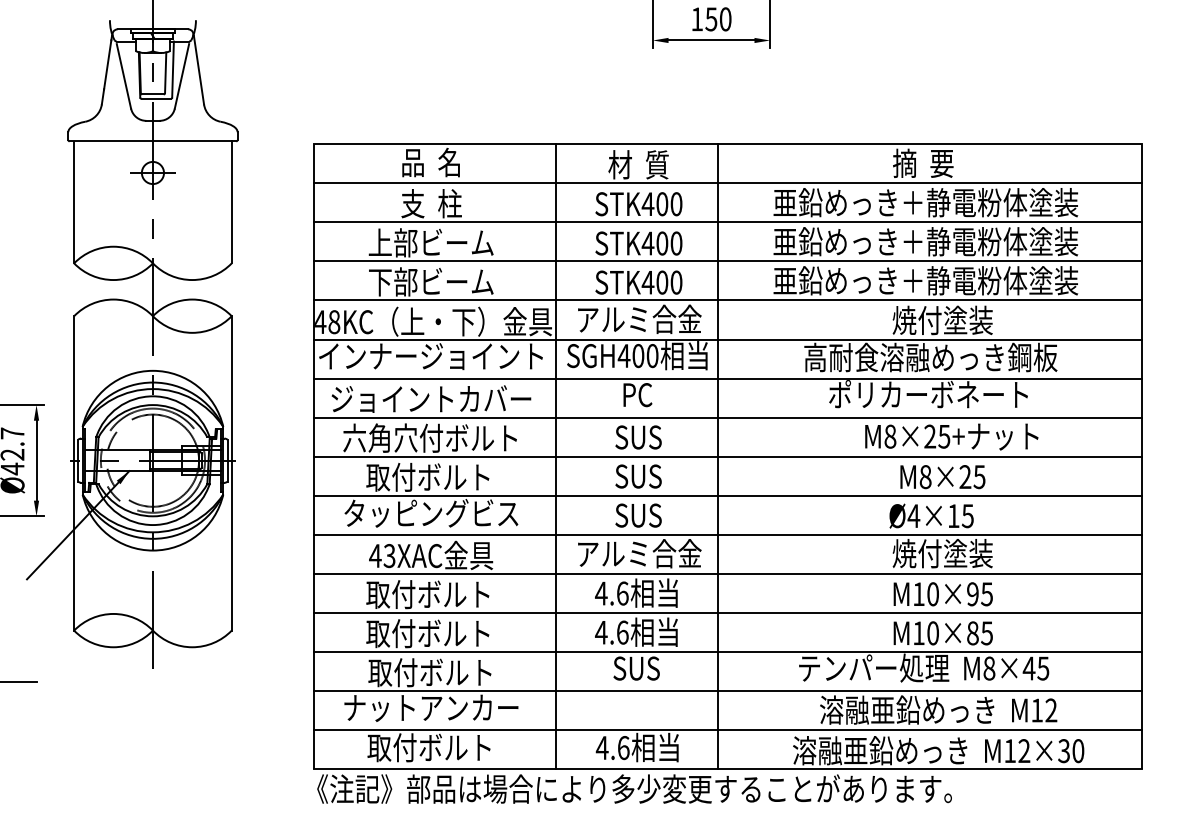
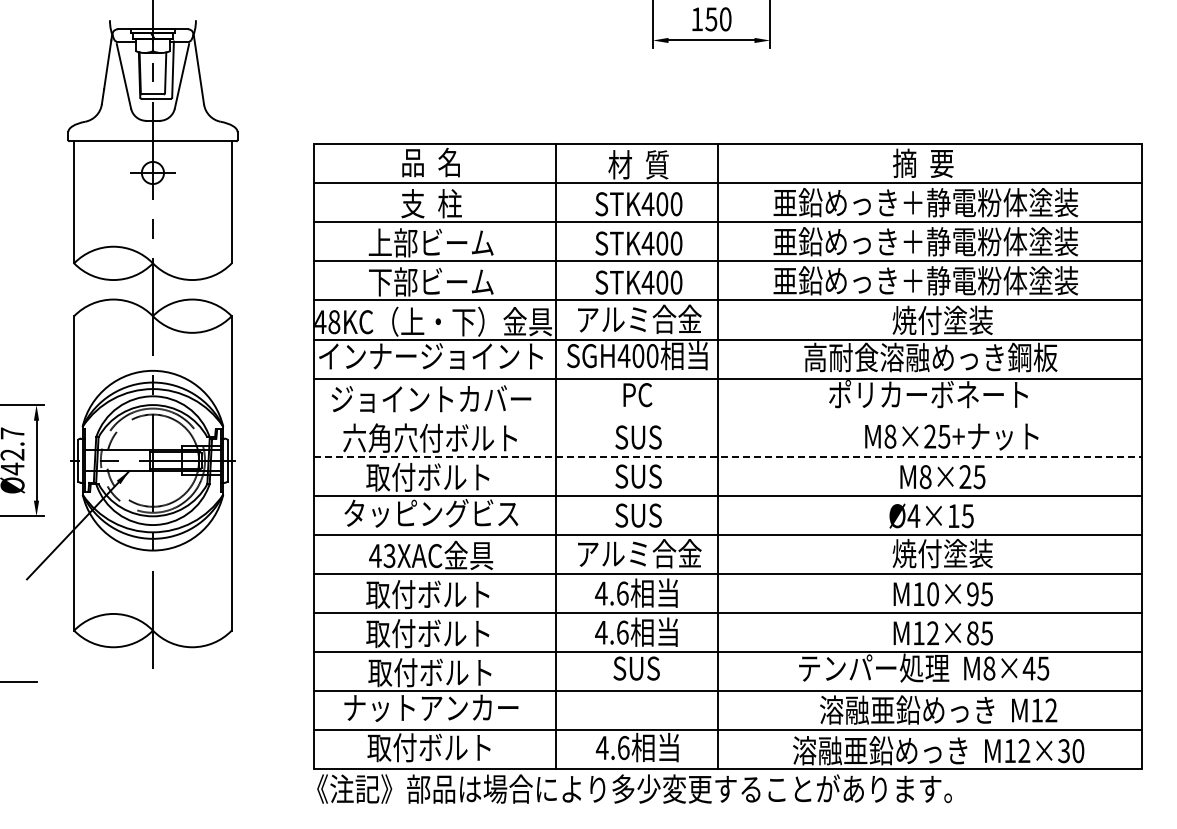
line at (727, 417): present -> none
line at (727, 456): solid -> dashed
text at (932, 633): M10×85 -> M12×85
